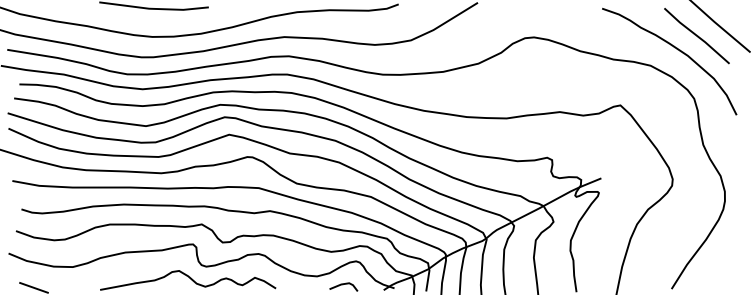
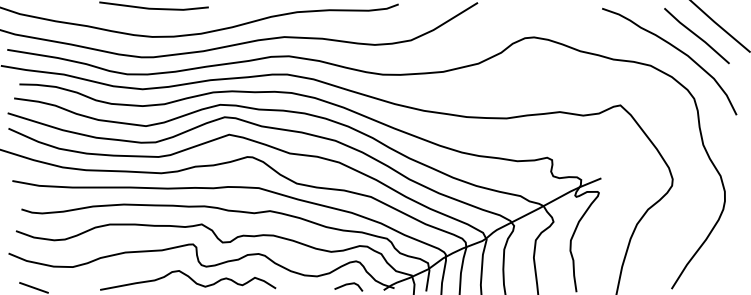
line at (343, 285) position: (343, 285) -> (348, 285)
